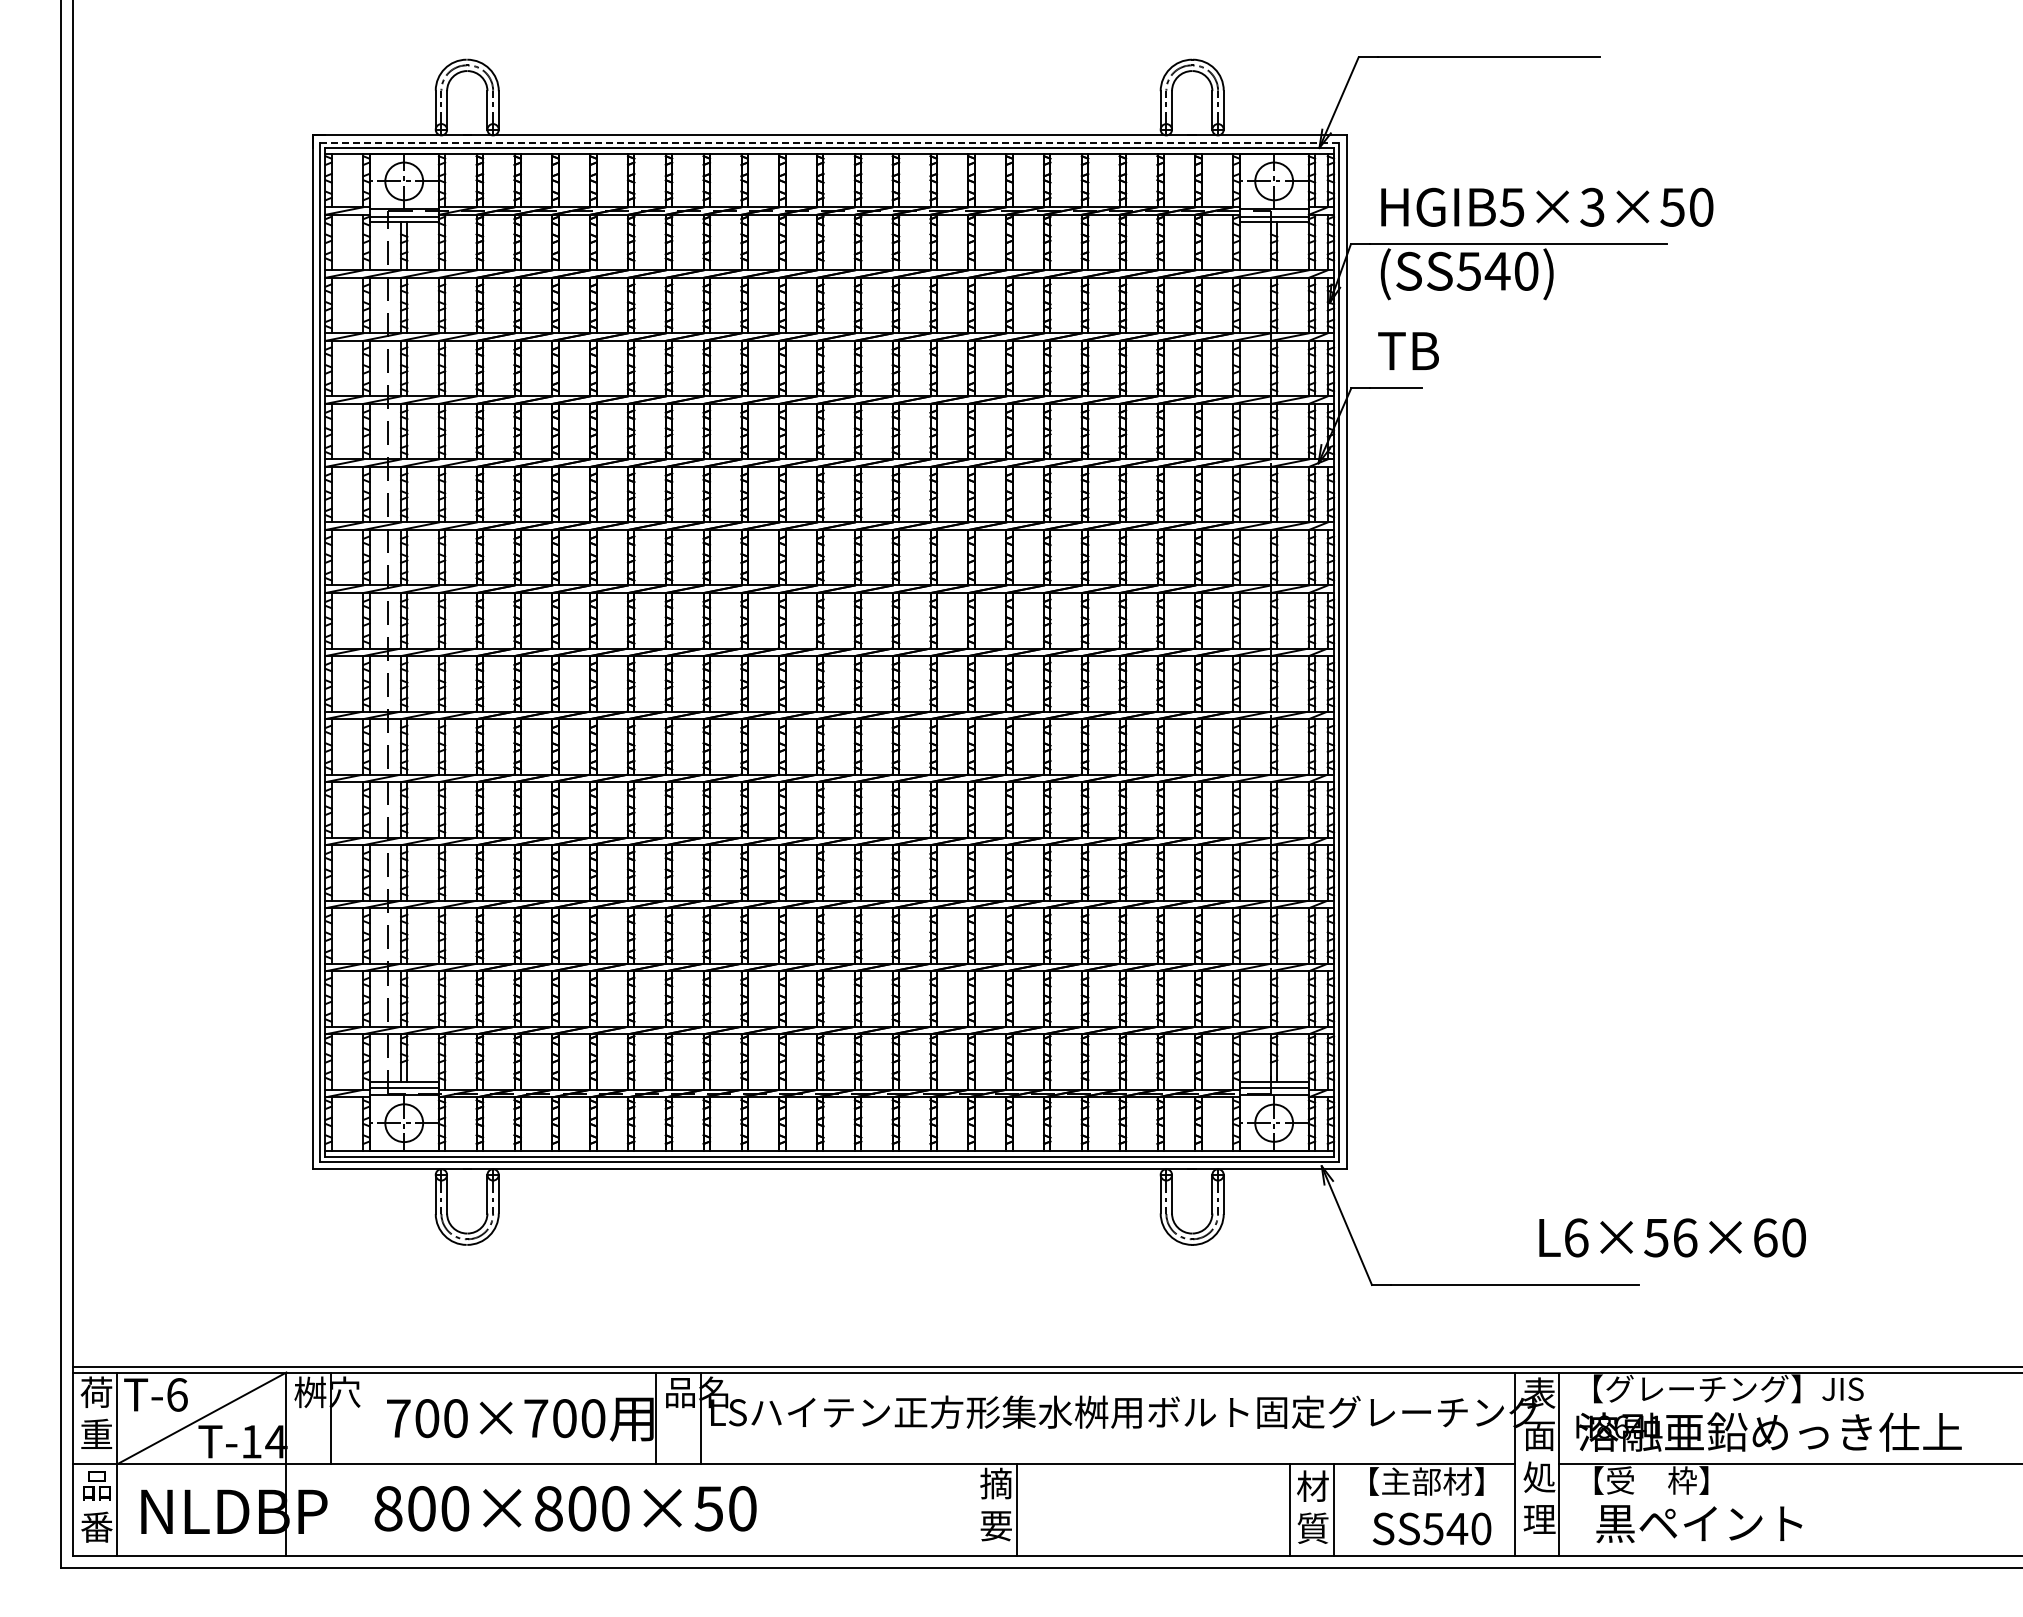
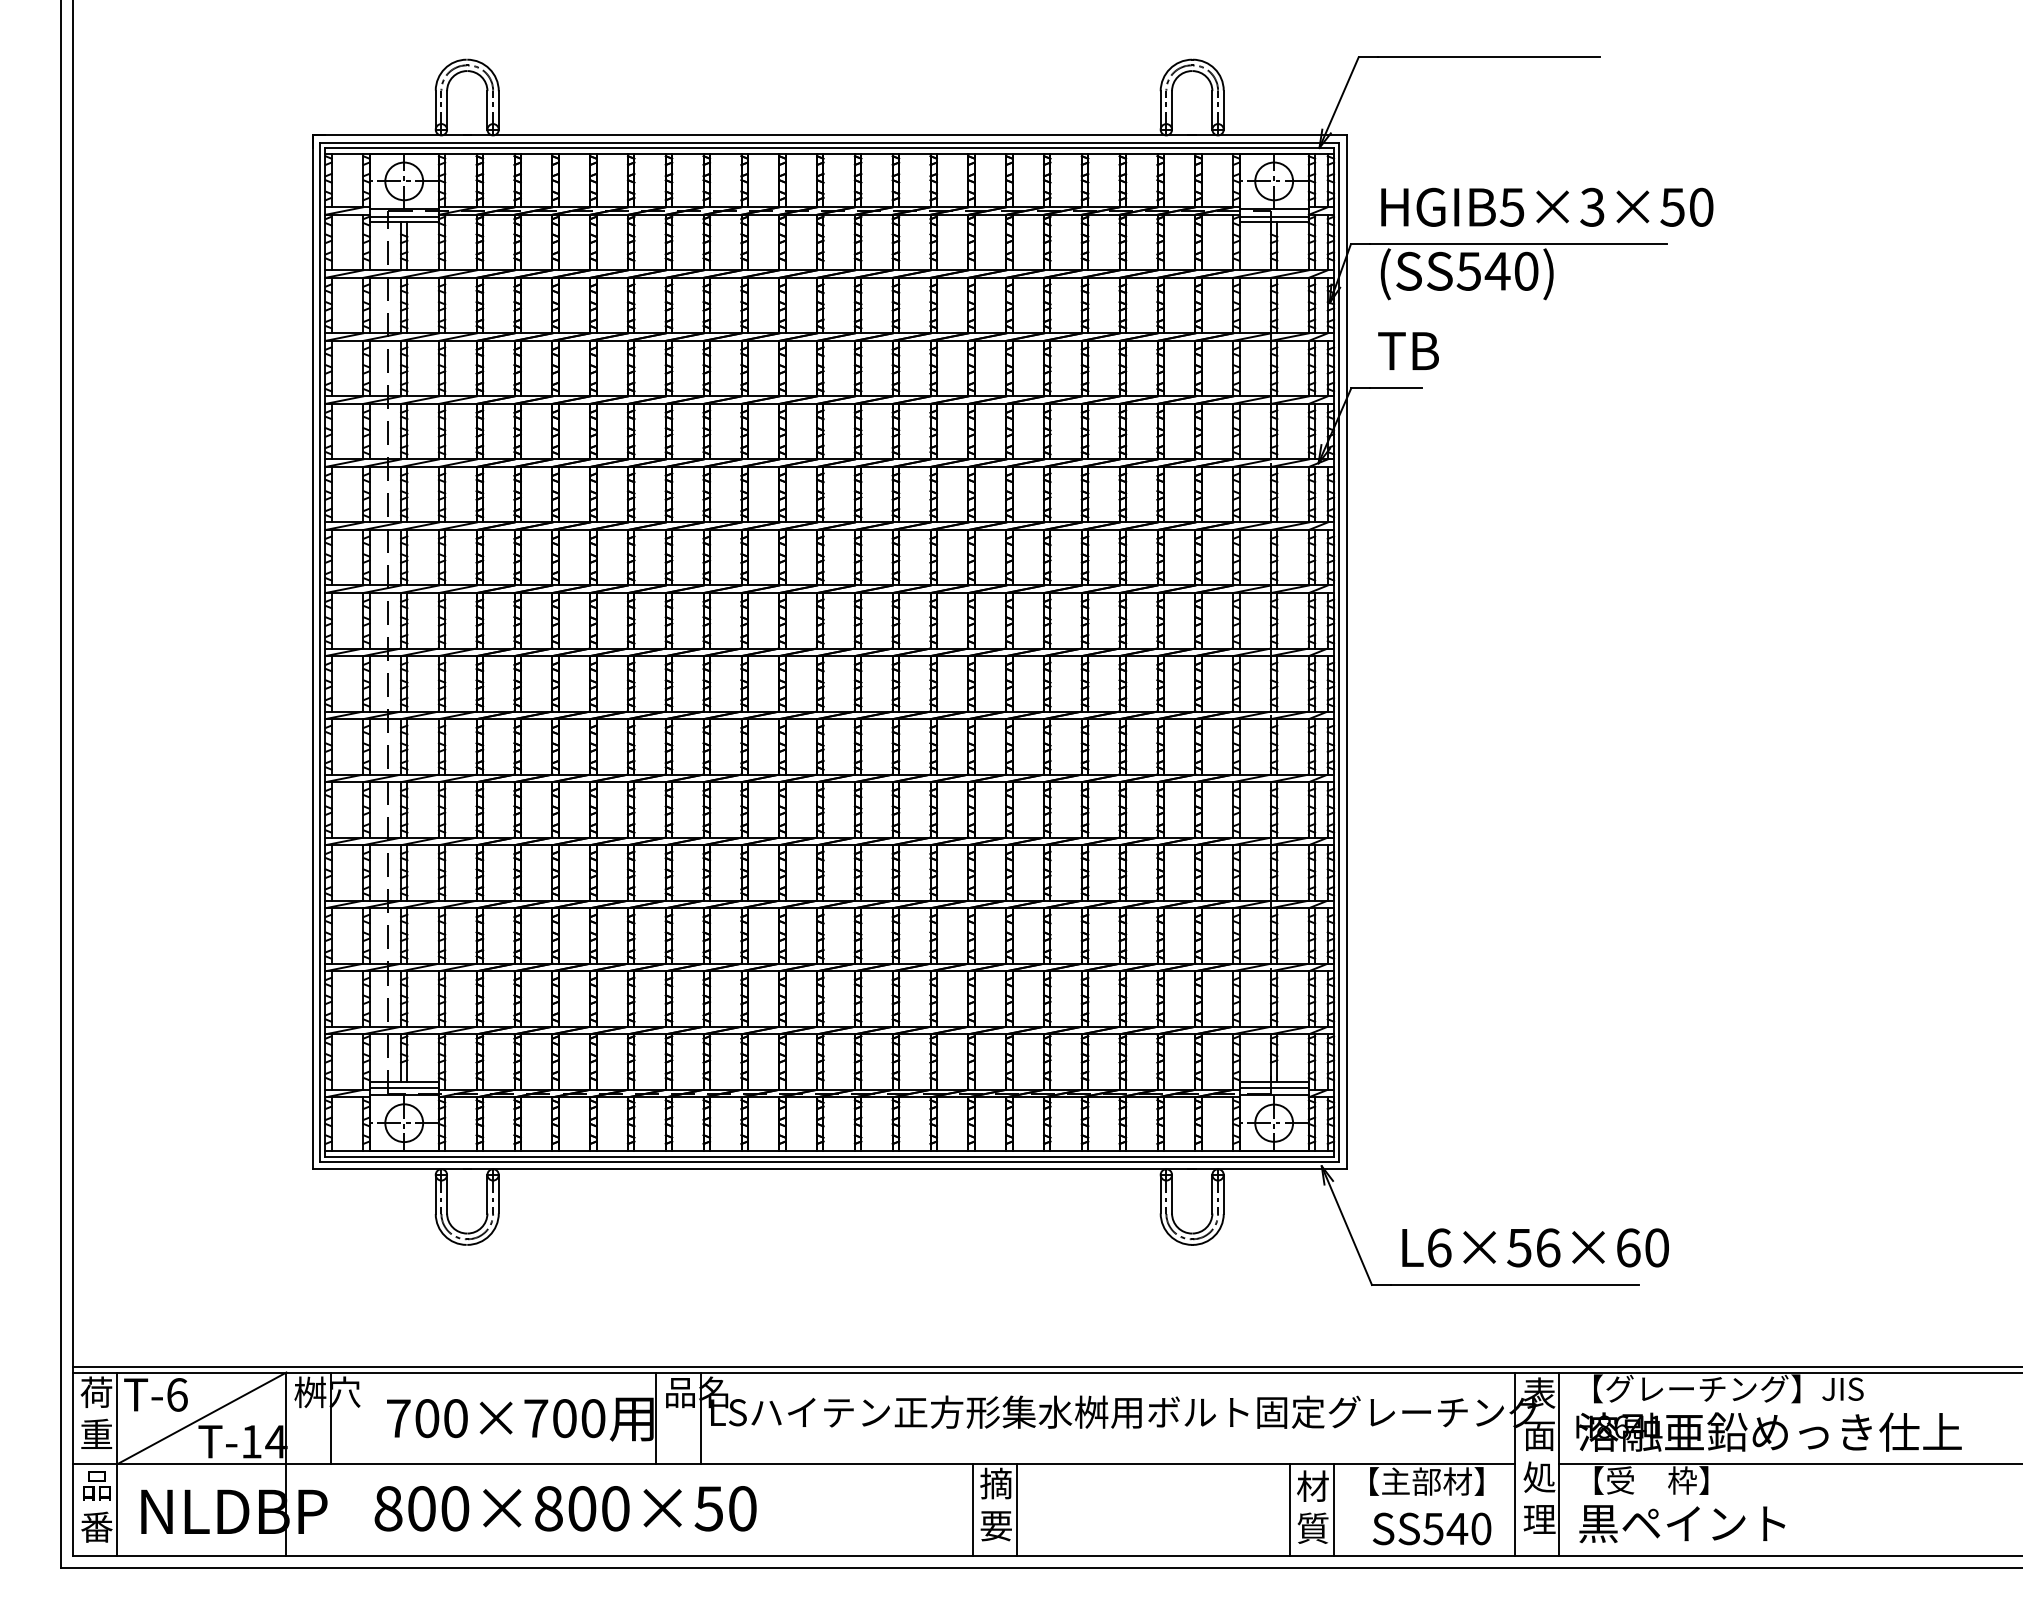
line at (830, 142): dashed -> solid
text at (1672, 1237) position: (1672, 1237) -> (1535, 1247)
line at (973, 1509): none -> present
text at (1699, 1523) position: (1699, 1523) -> (1682, 1523)
